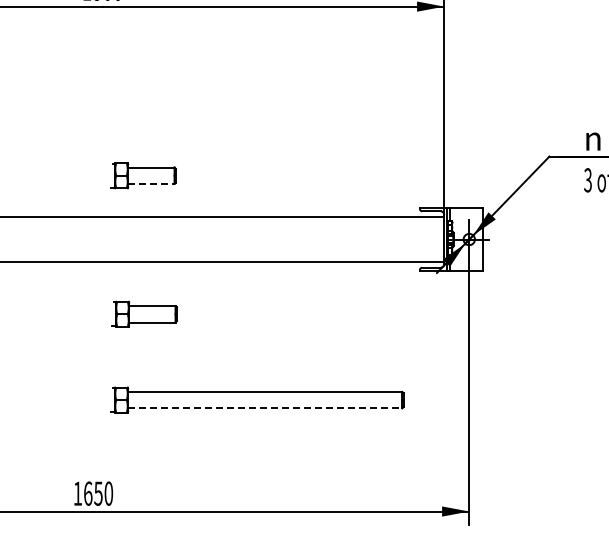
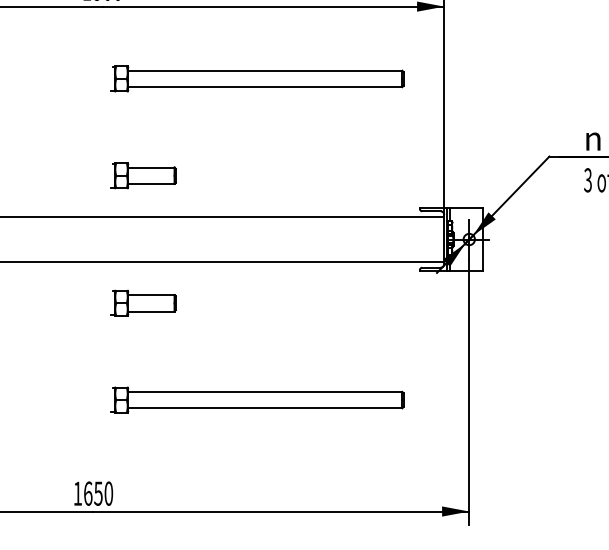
part at (257, 78): none -> present
line at (151, 183): dashed -> solid
part at (144, 313) position: (144, 313) -> (143, 302)
line at (265, 408): dashed -> solid
